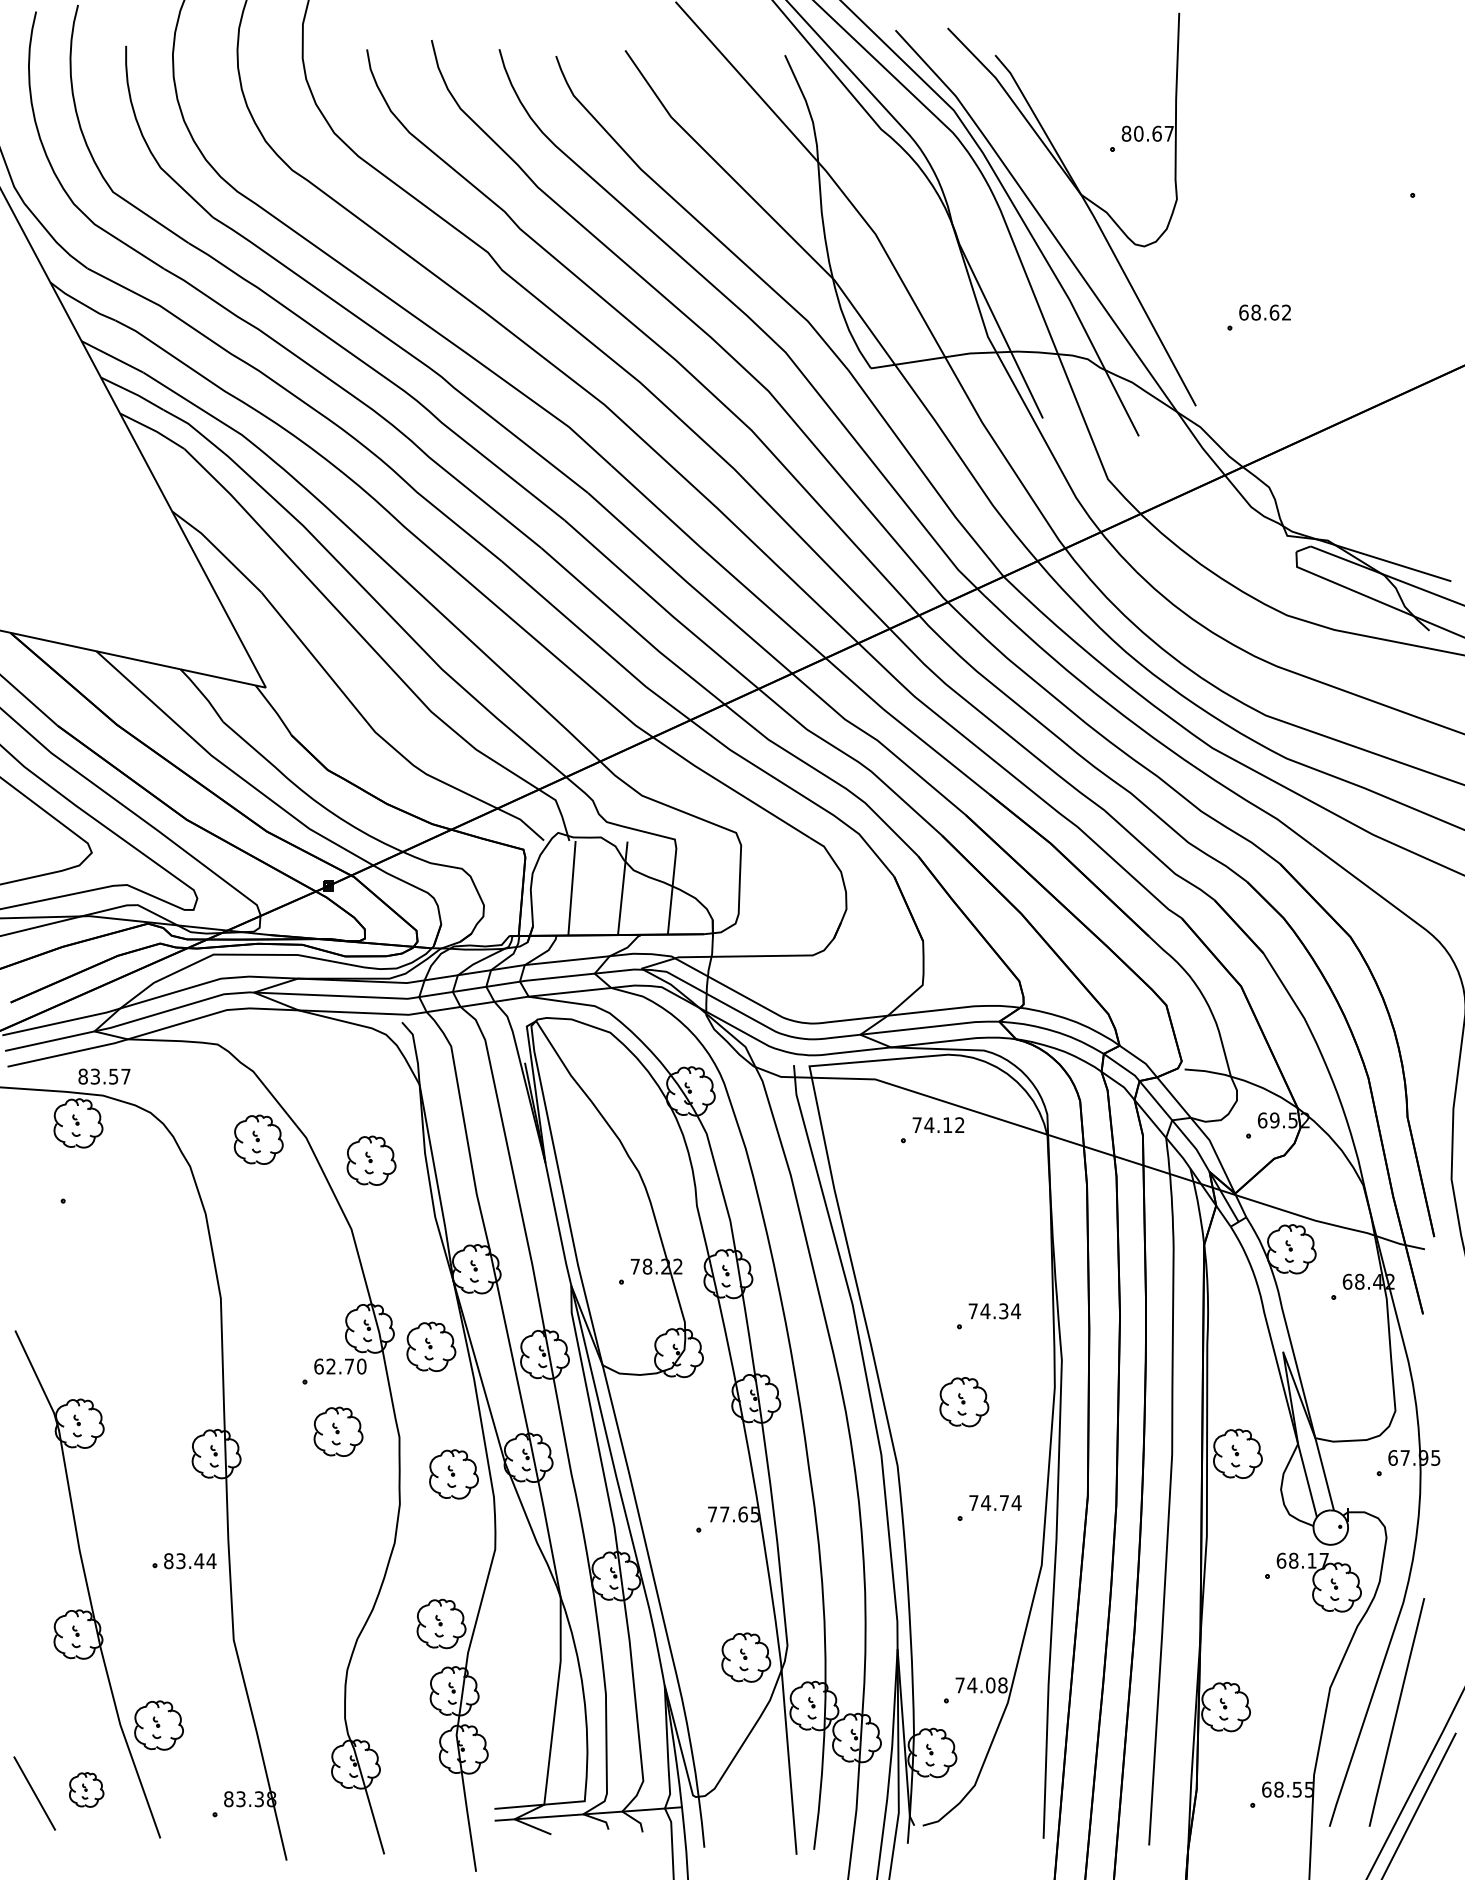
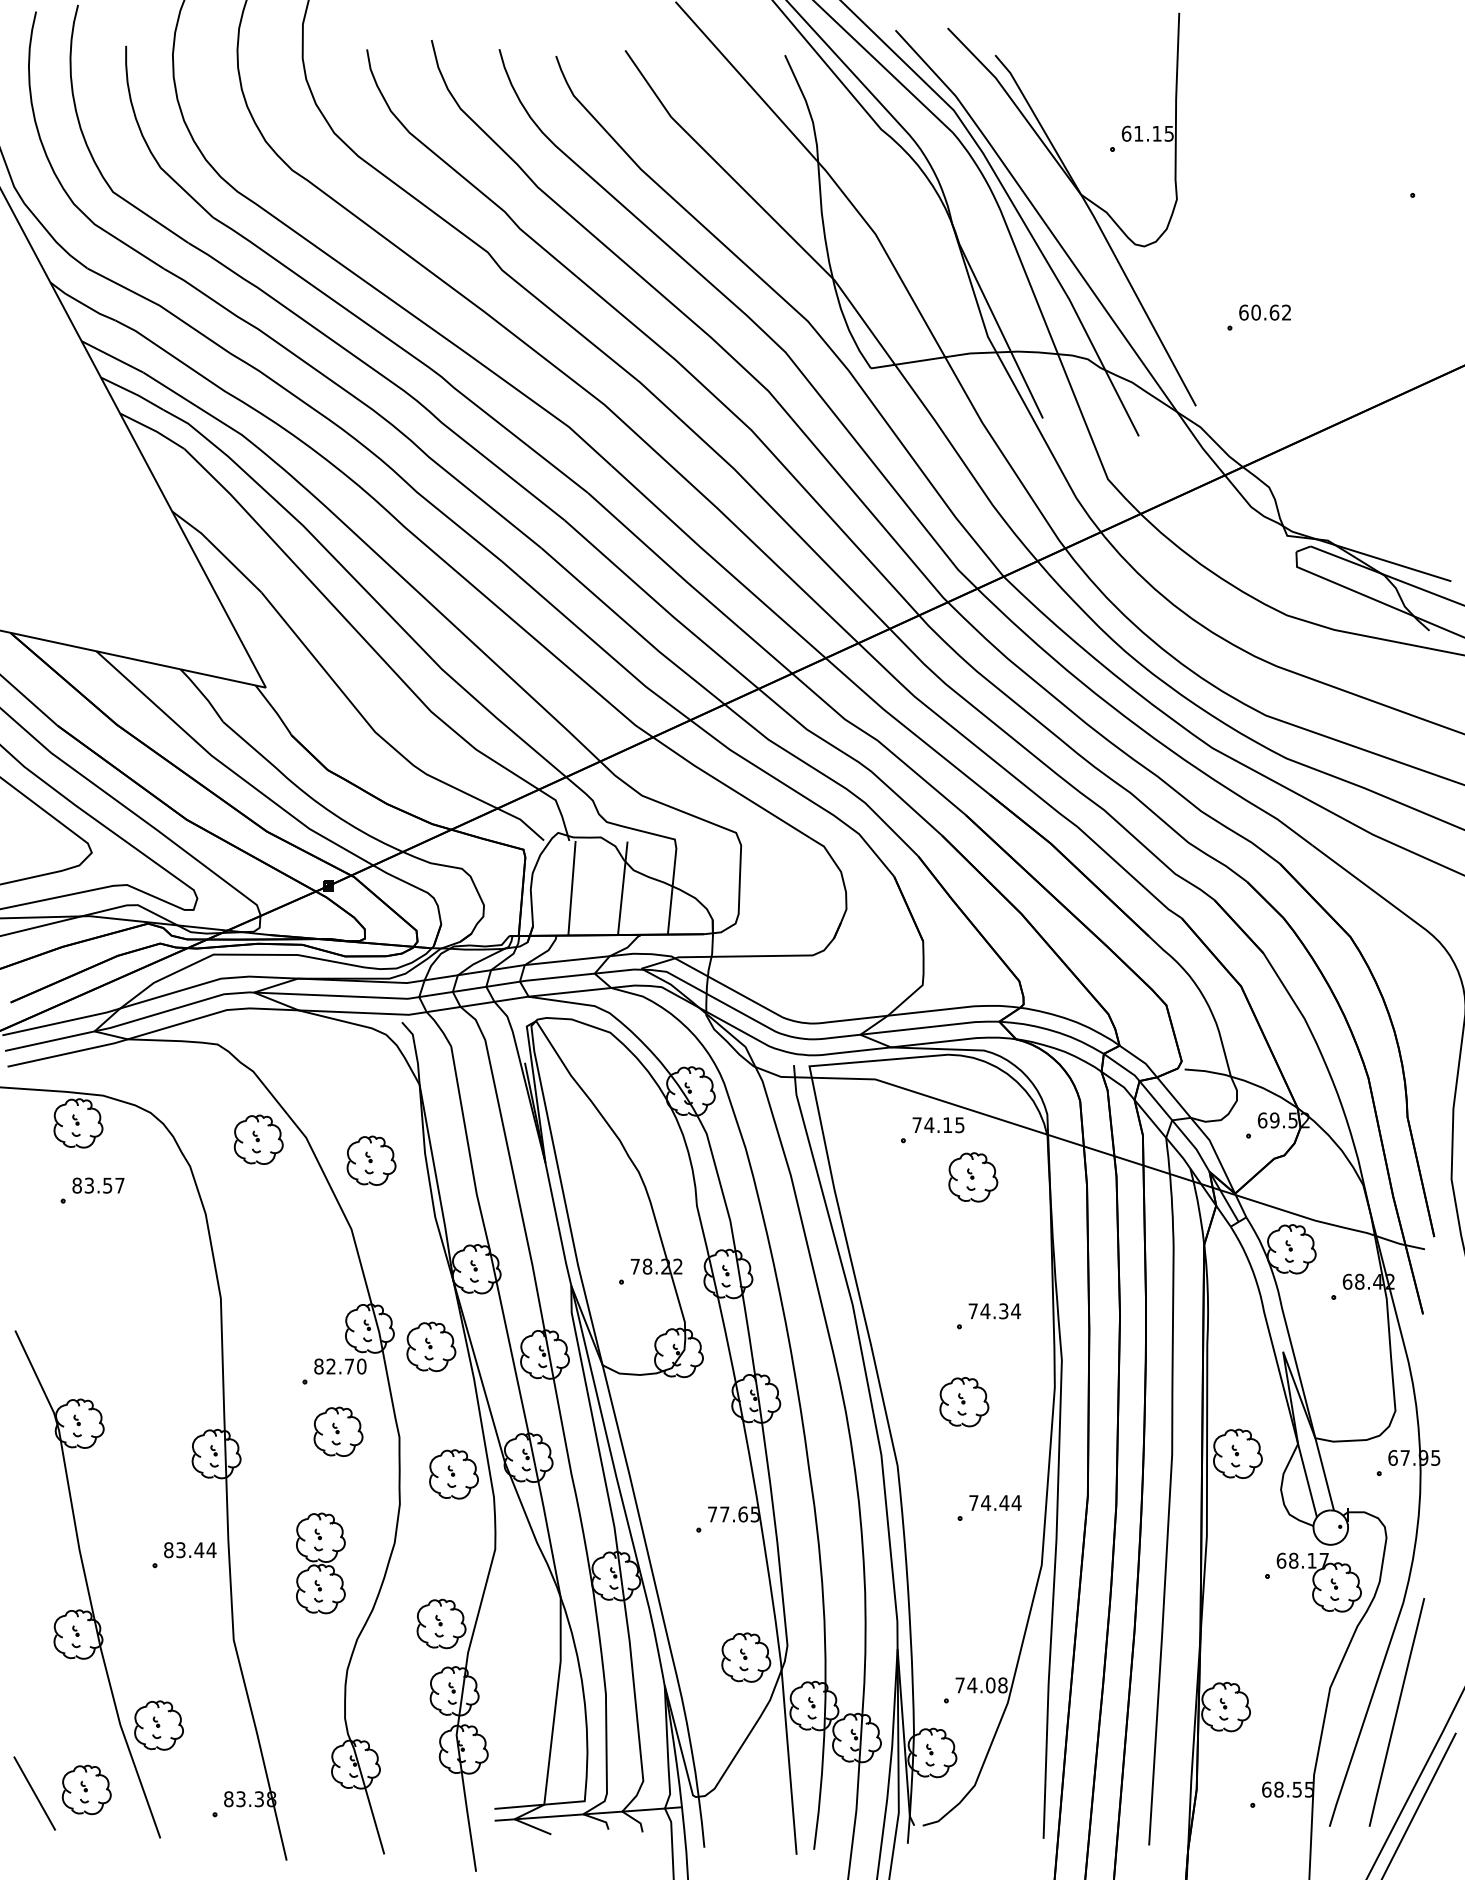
text at (1147, 133): 80.67 -> 61.15
text at (1255, 312): 68.62 -> 60.62
text at (104, 1076) position: (104, 1076) -> (98, 1185)
text at (959, 1125): 74.12 -> 74.15
part at (973, 1177): none -> present
text at (318, 1366): 62.70 -> 82.70
text at (1004, 1502): 74.74 -> 74.44
text at (190, 1561) position: (190, 1561) -> (190, 1550)
part at (320, 1563): none -> present
part at (86, 1789) size: 36x36 px -> 51x52 px
